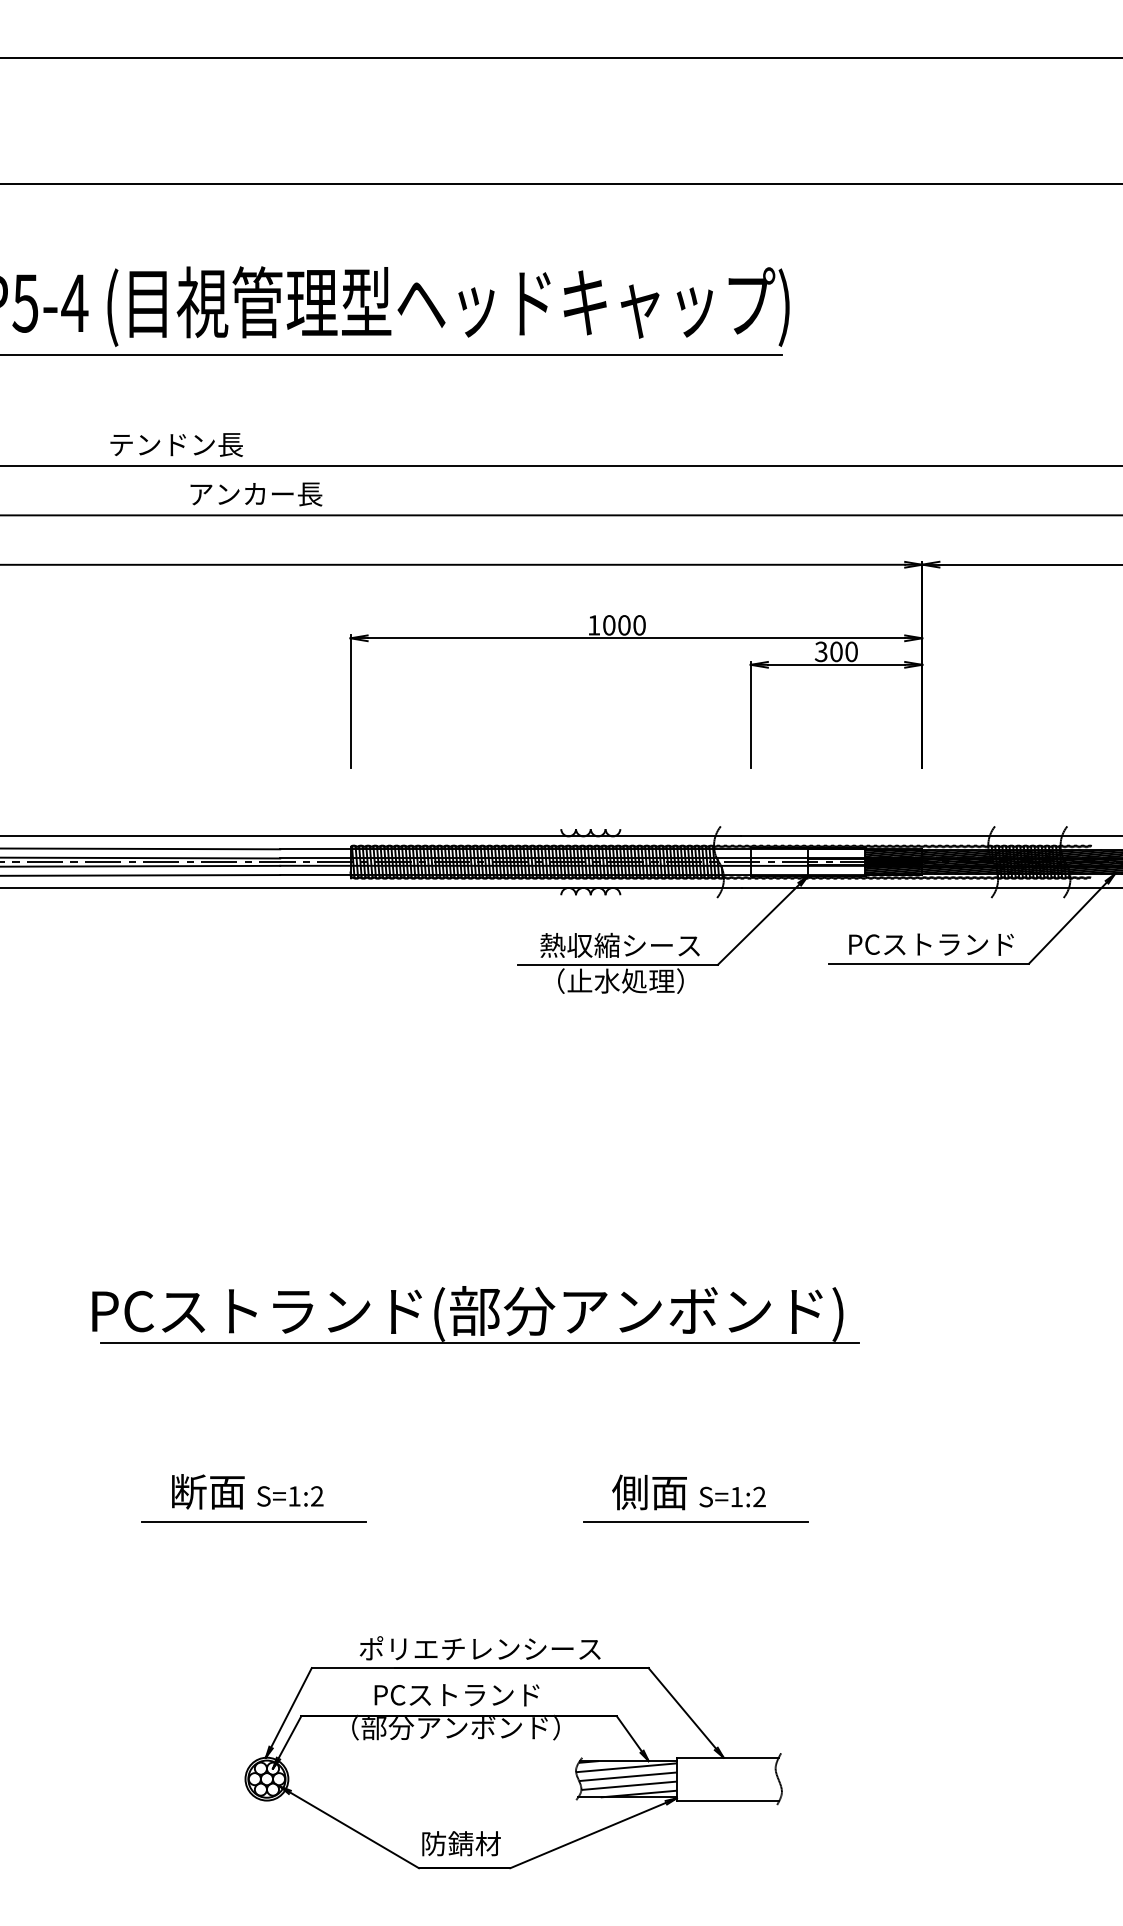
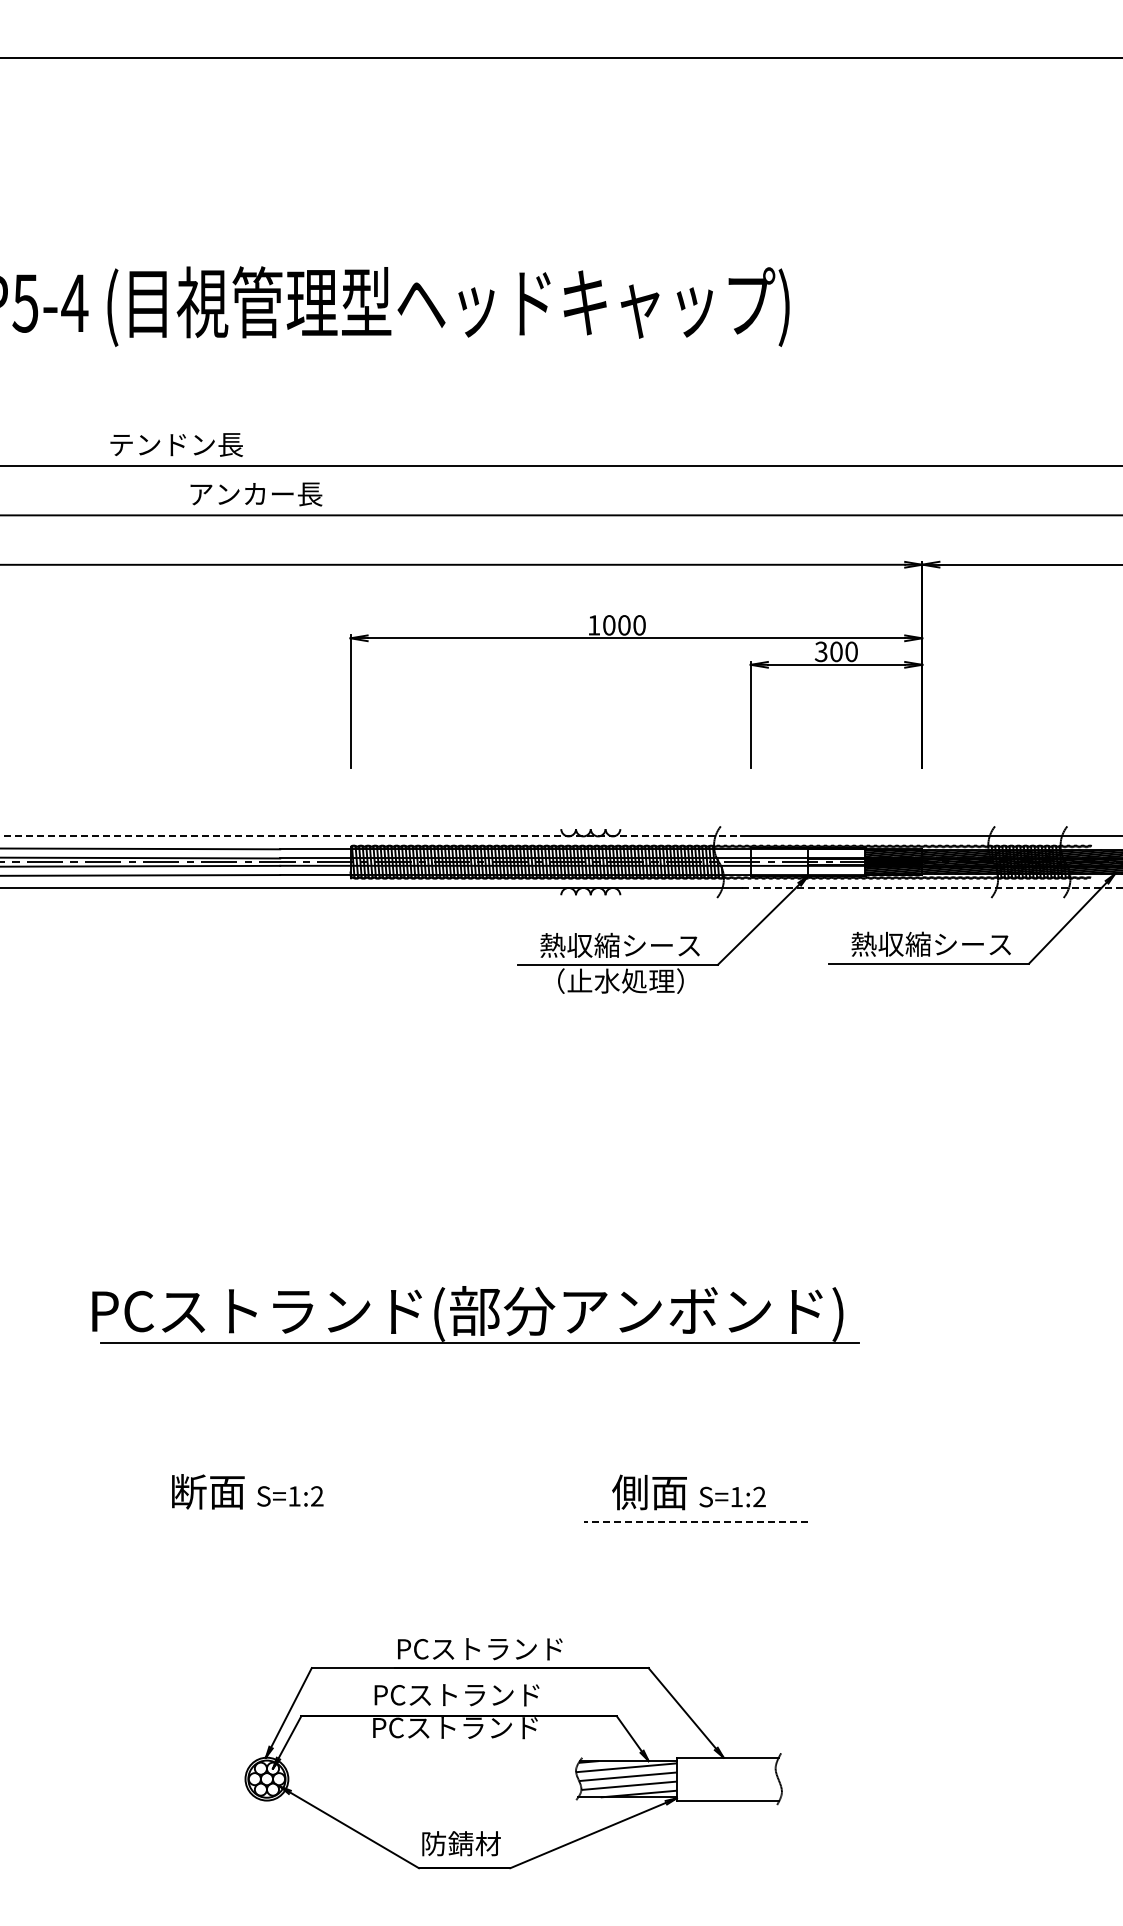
line at (560, 183): present -> none
line at (391, 354): present -> none
line at (371, 836): solid -> dashed
line at (932, 887): solid -> dashed
text at (931, 943): PCストランド -> 熱収縮シース
line at (253, 1521): present -> none
line at (696, 1521): solid -> dashed
text at (479, 1648): ポリエチレンシース -> PCストランド
text at (455, 1727): （部分アンボンド） -> PCストランド
